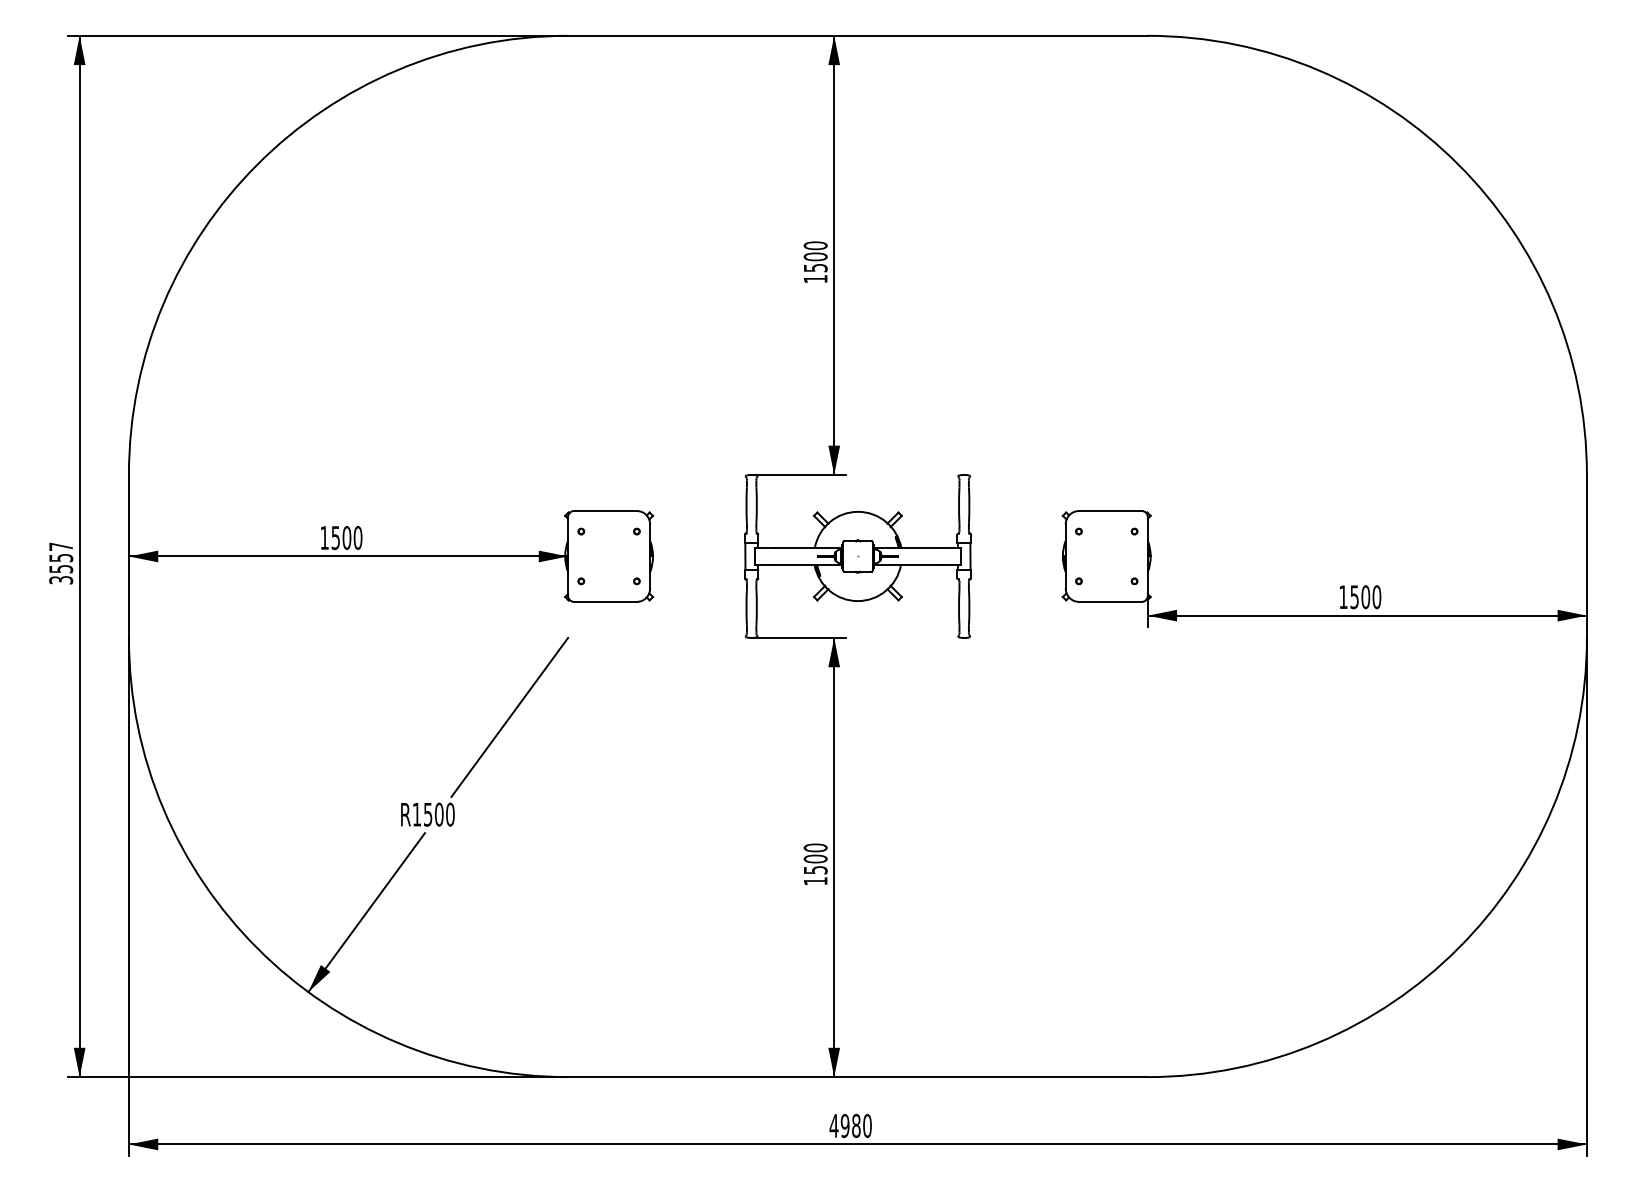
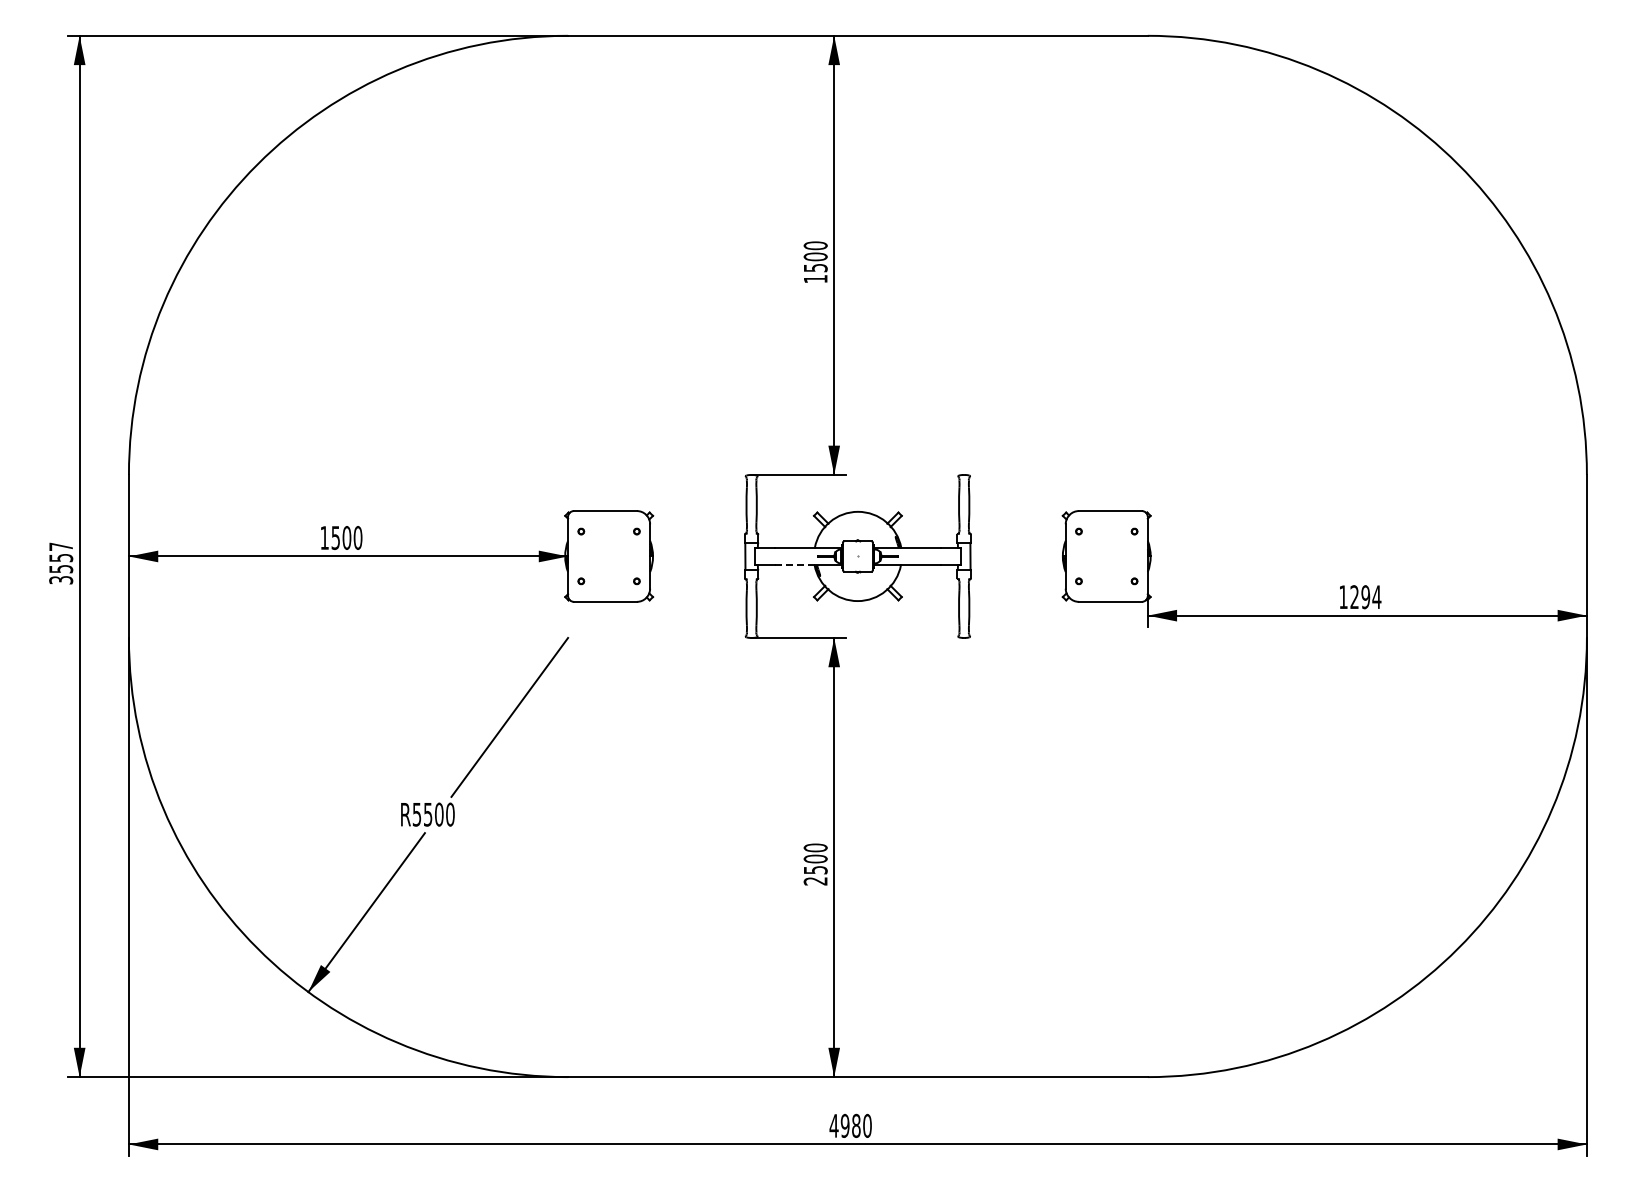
line at (794, 565): solid -> dashed
text at (1365, 597): 1500 -> 1294
text at (416, 814): R1500 -> R5500
text at (815, 881): 1500 -> 2500
